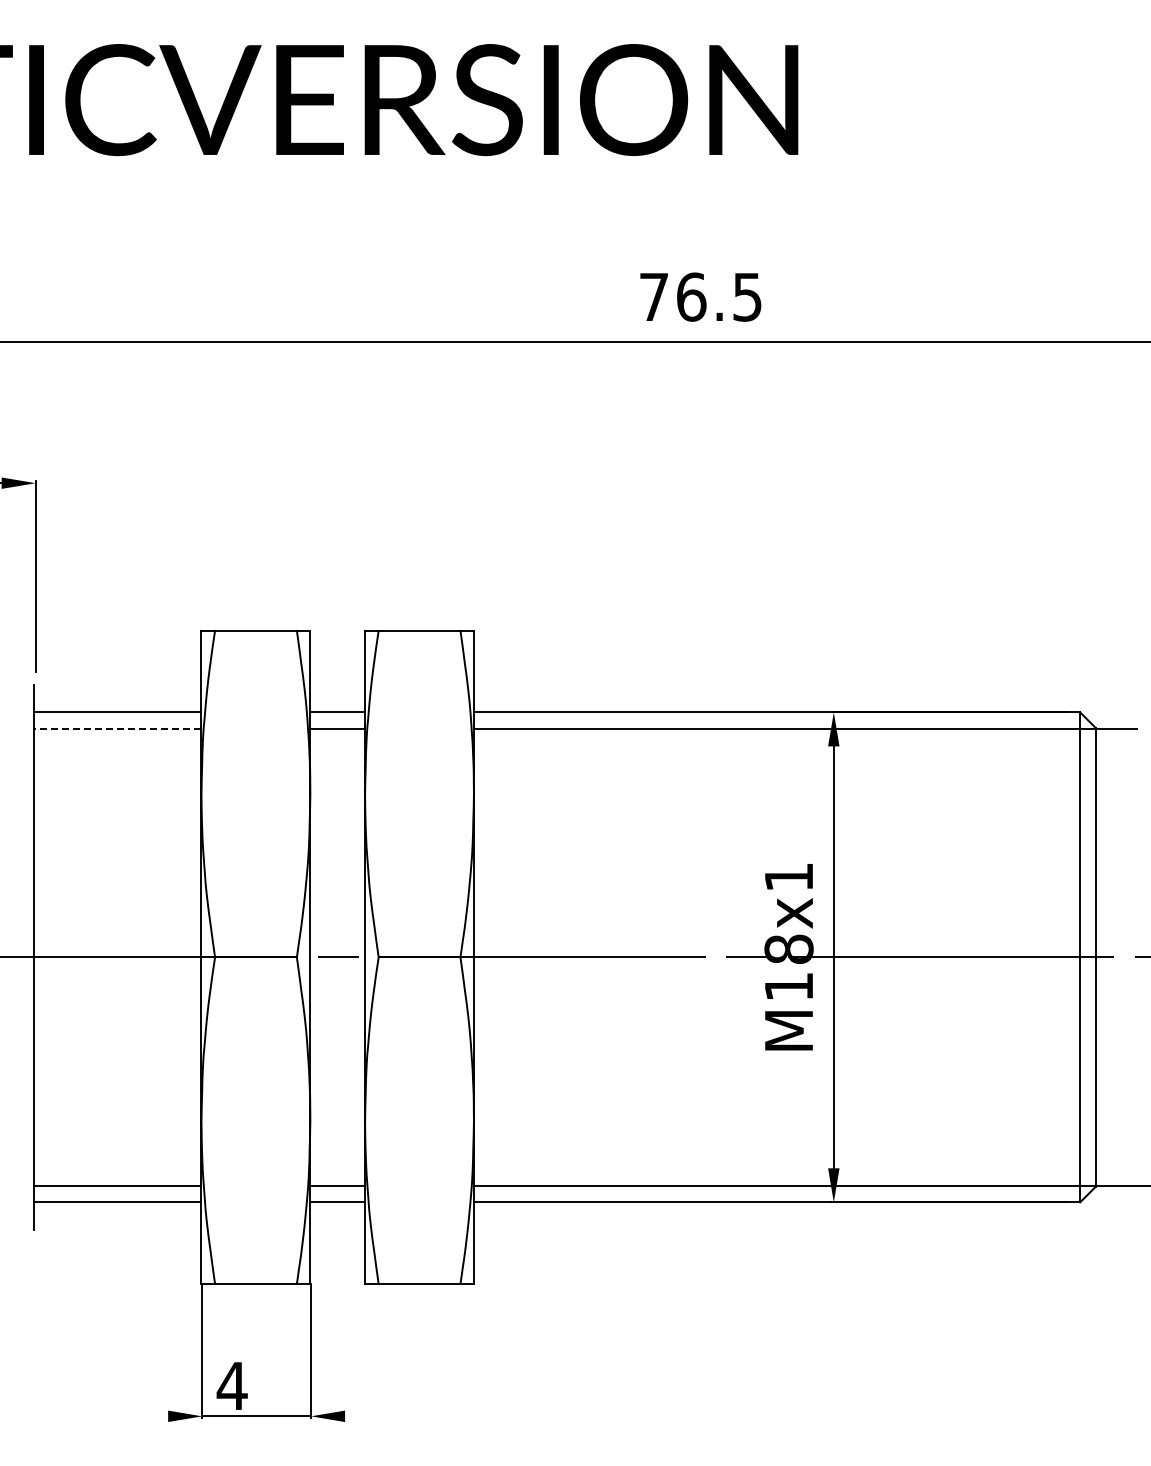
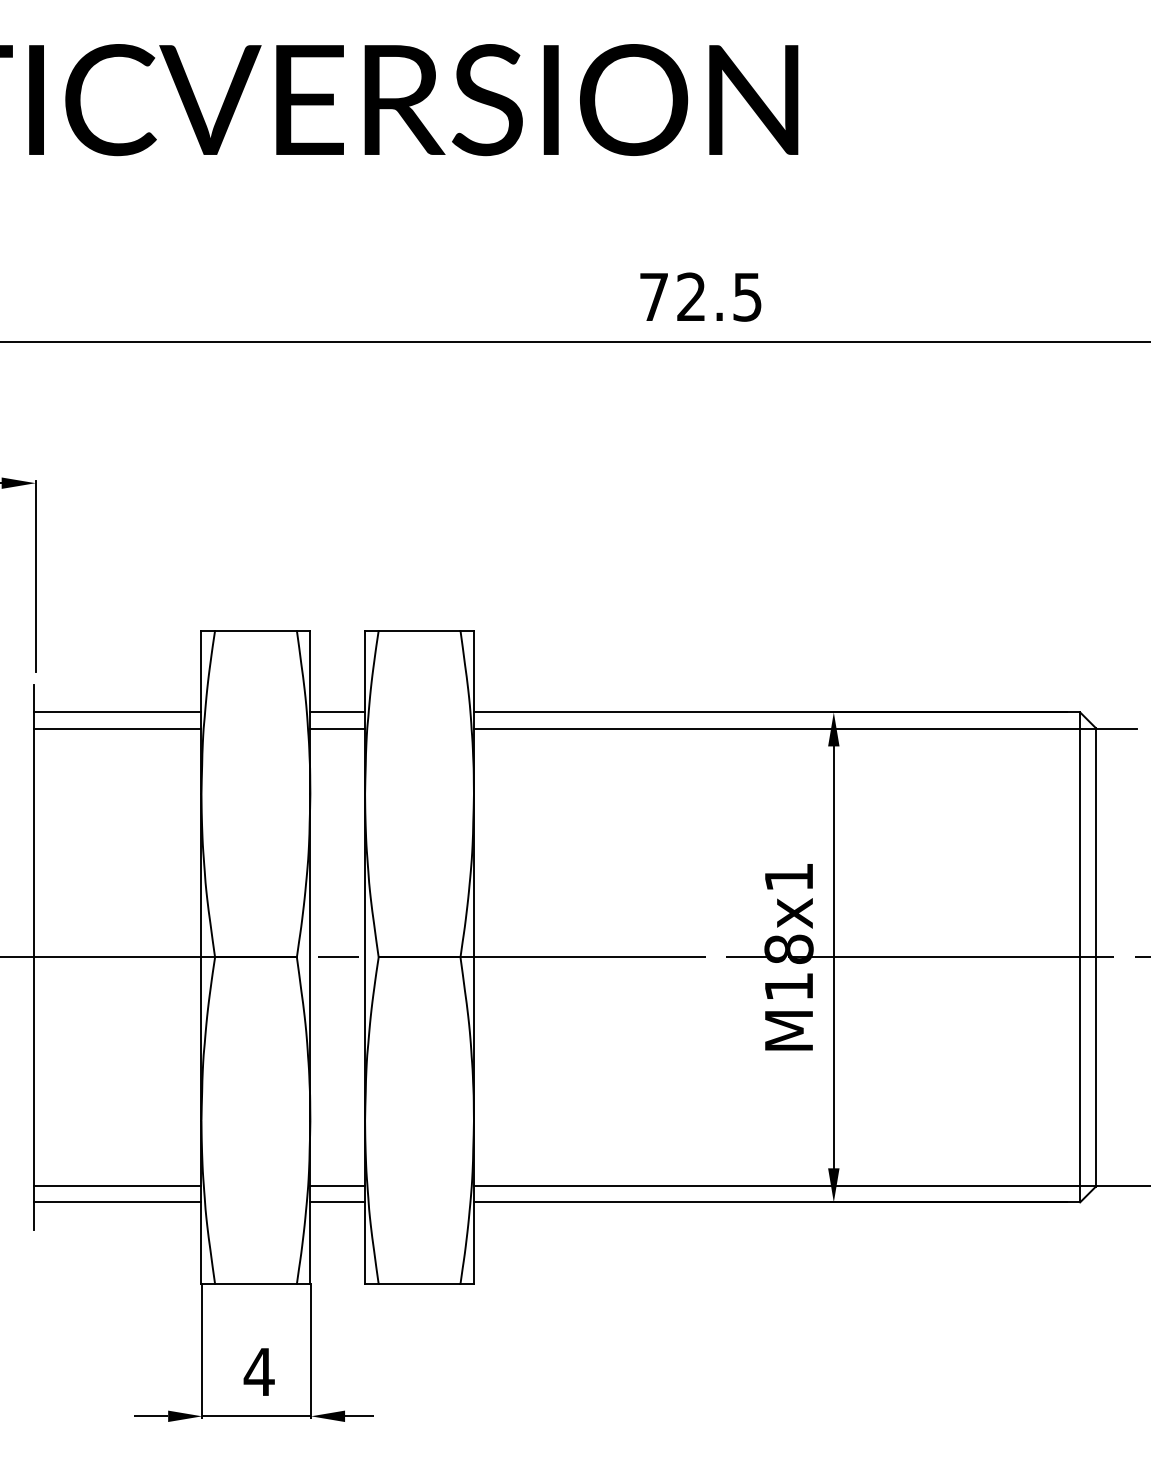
text at (691, 296): 76.5 -> 72.5
line at (117, 728): dashed -> solid
text at (231, 1385) position: (231, 1385) -> (258, 1371)
line at (151, 1416): none -> present
line at (359, 1416): none -> present
